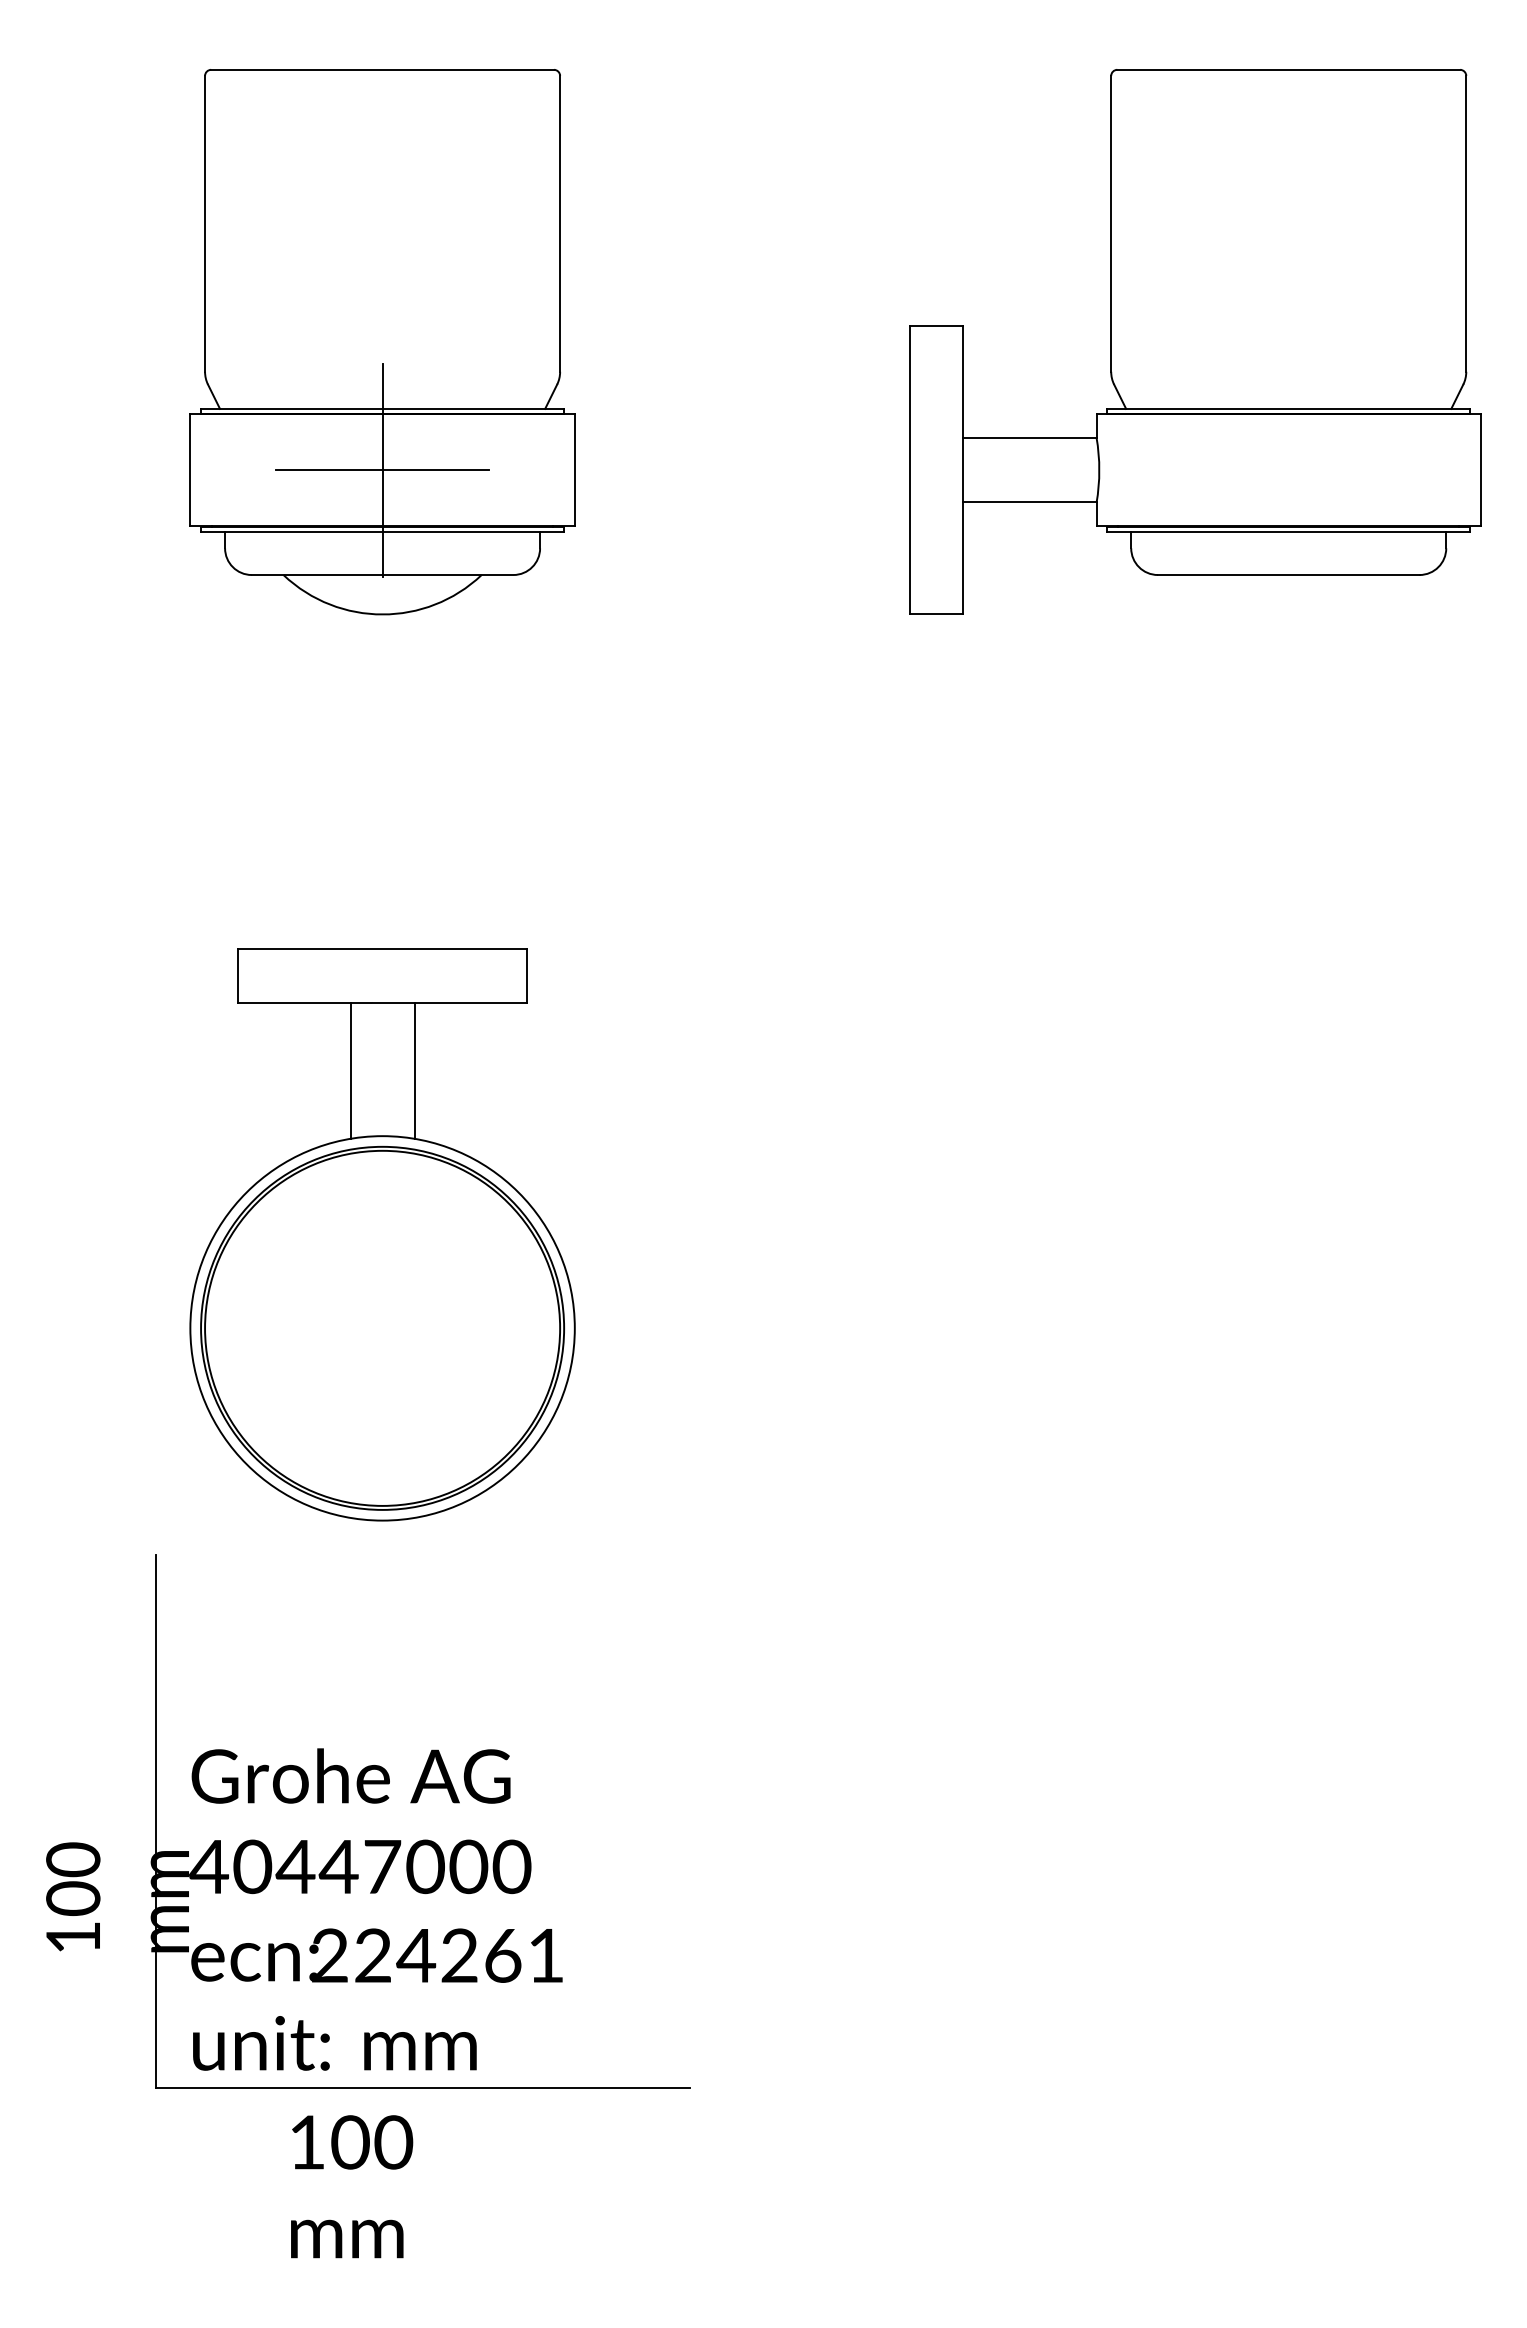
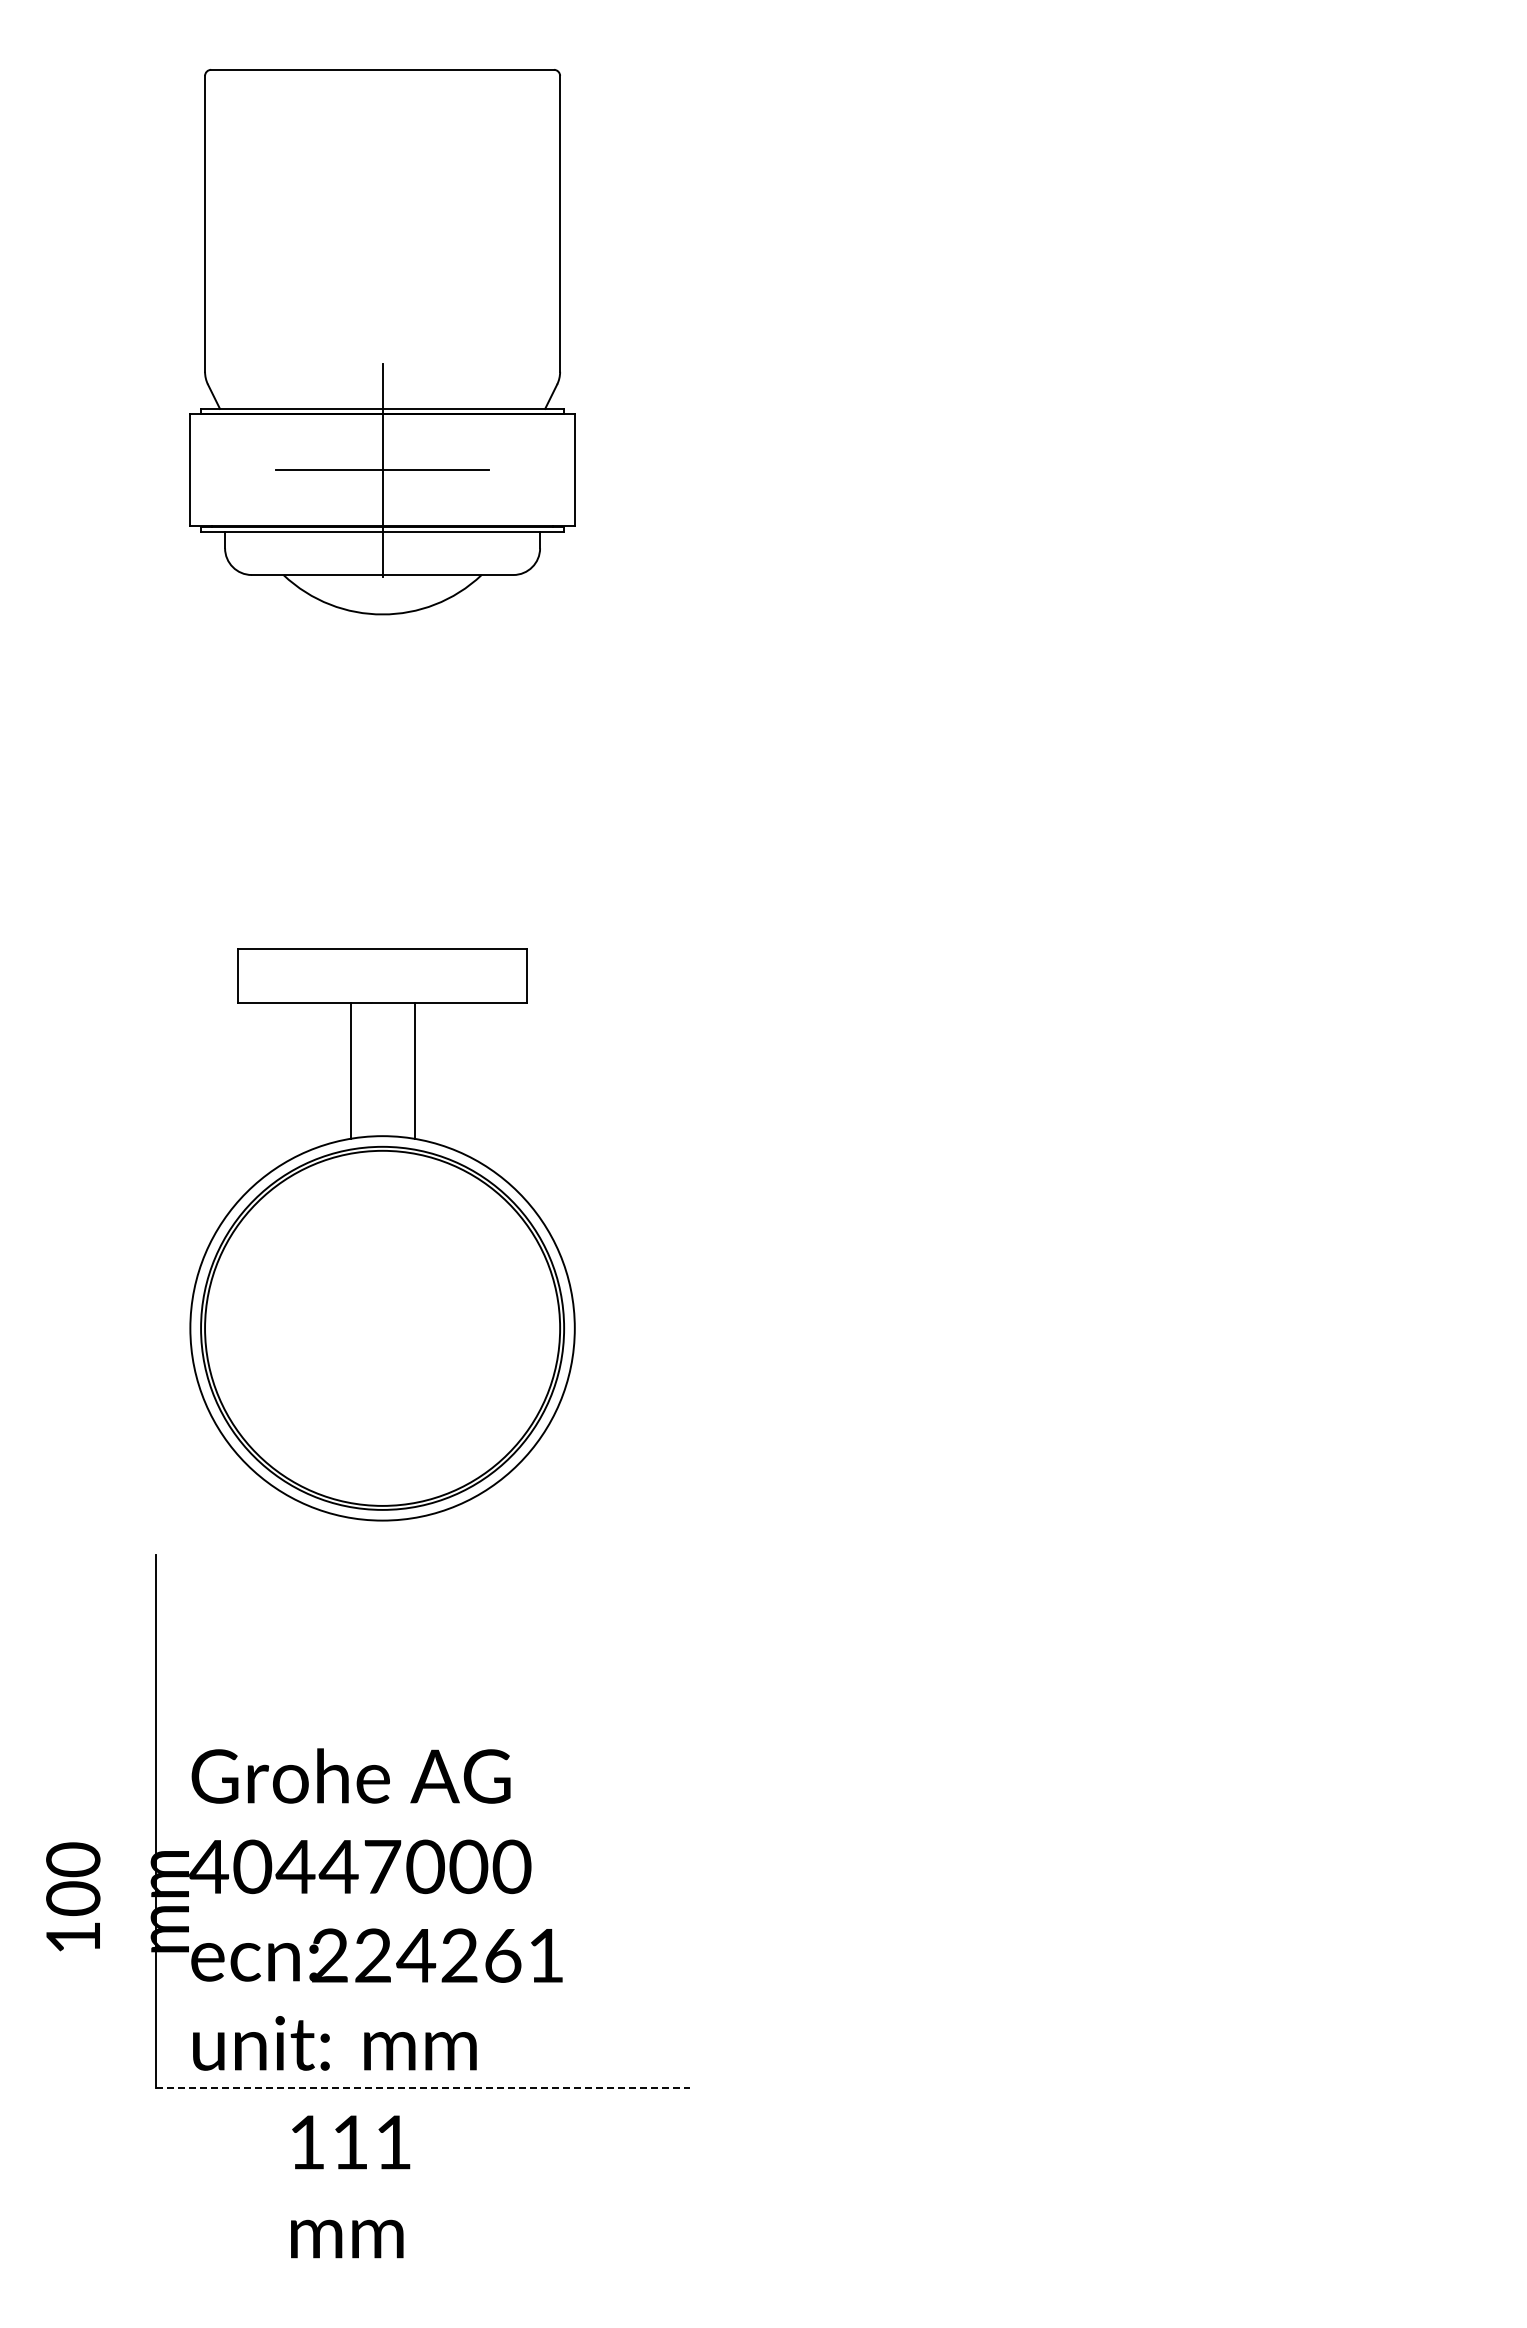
part at (1195, 341): present -> none
line at (423, 2088): solid -> dashed
text at (372, 2142): 100 -> 111
